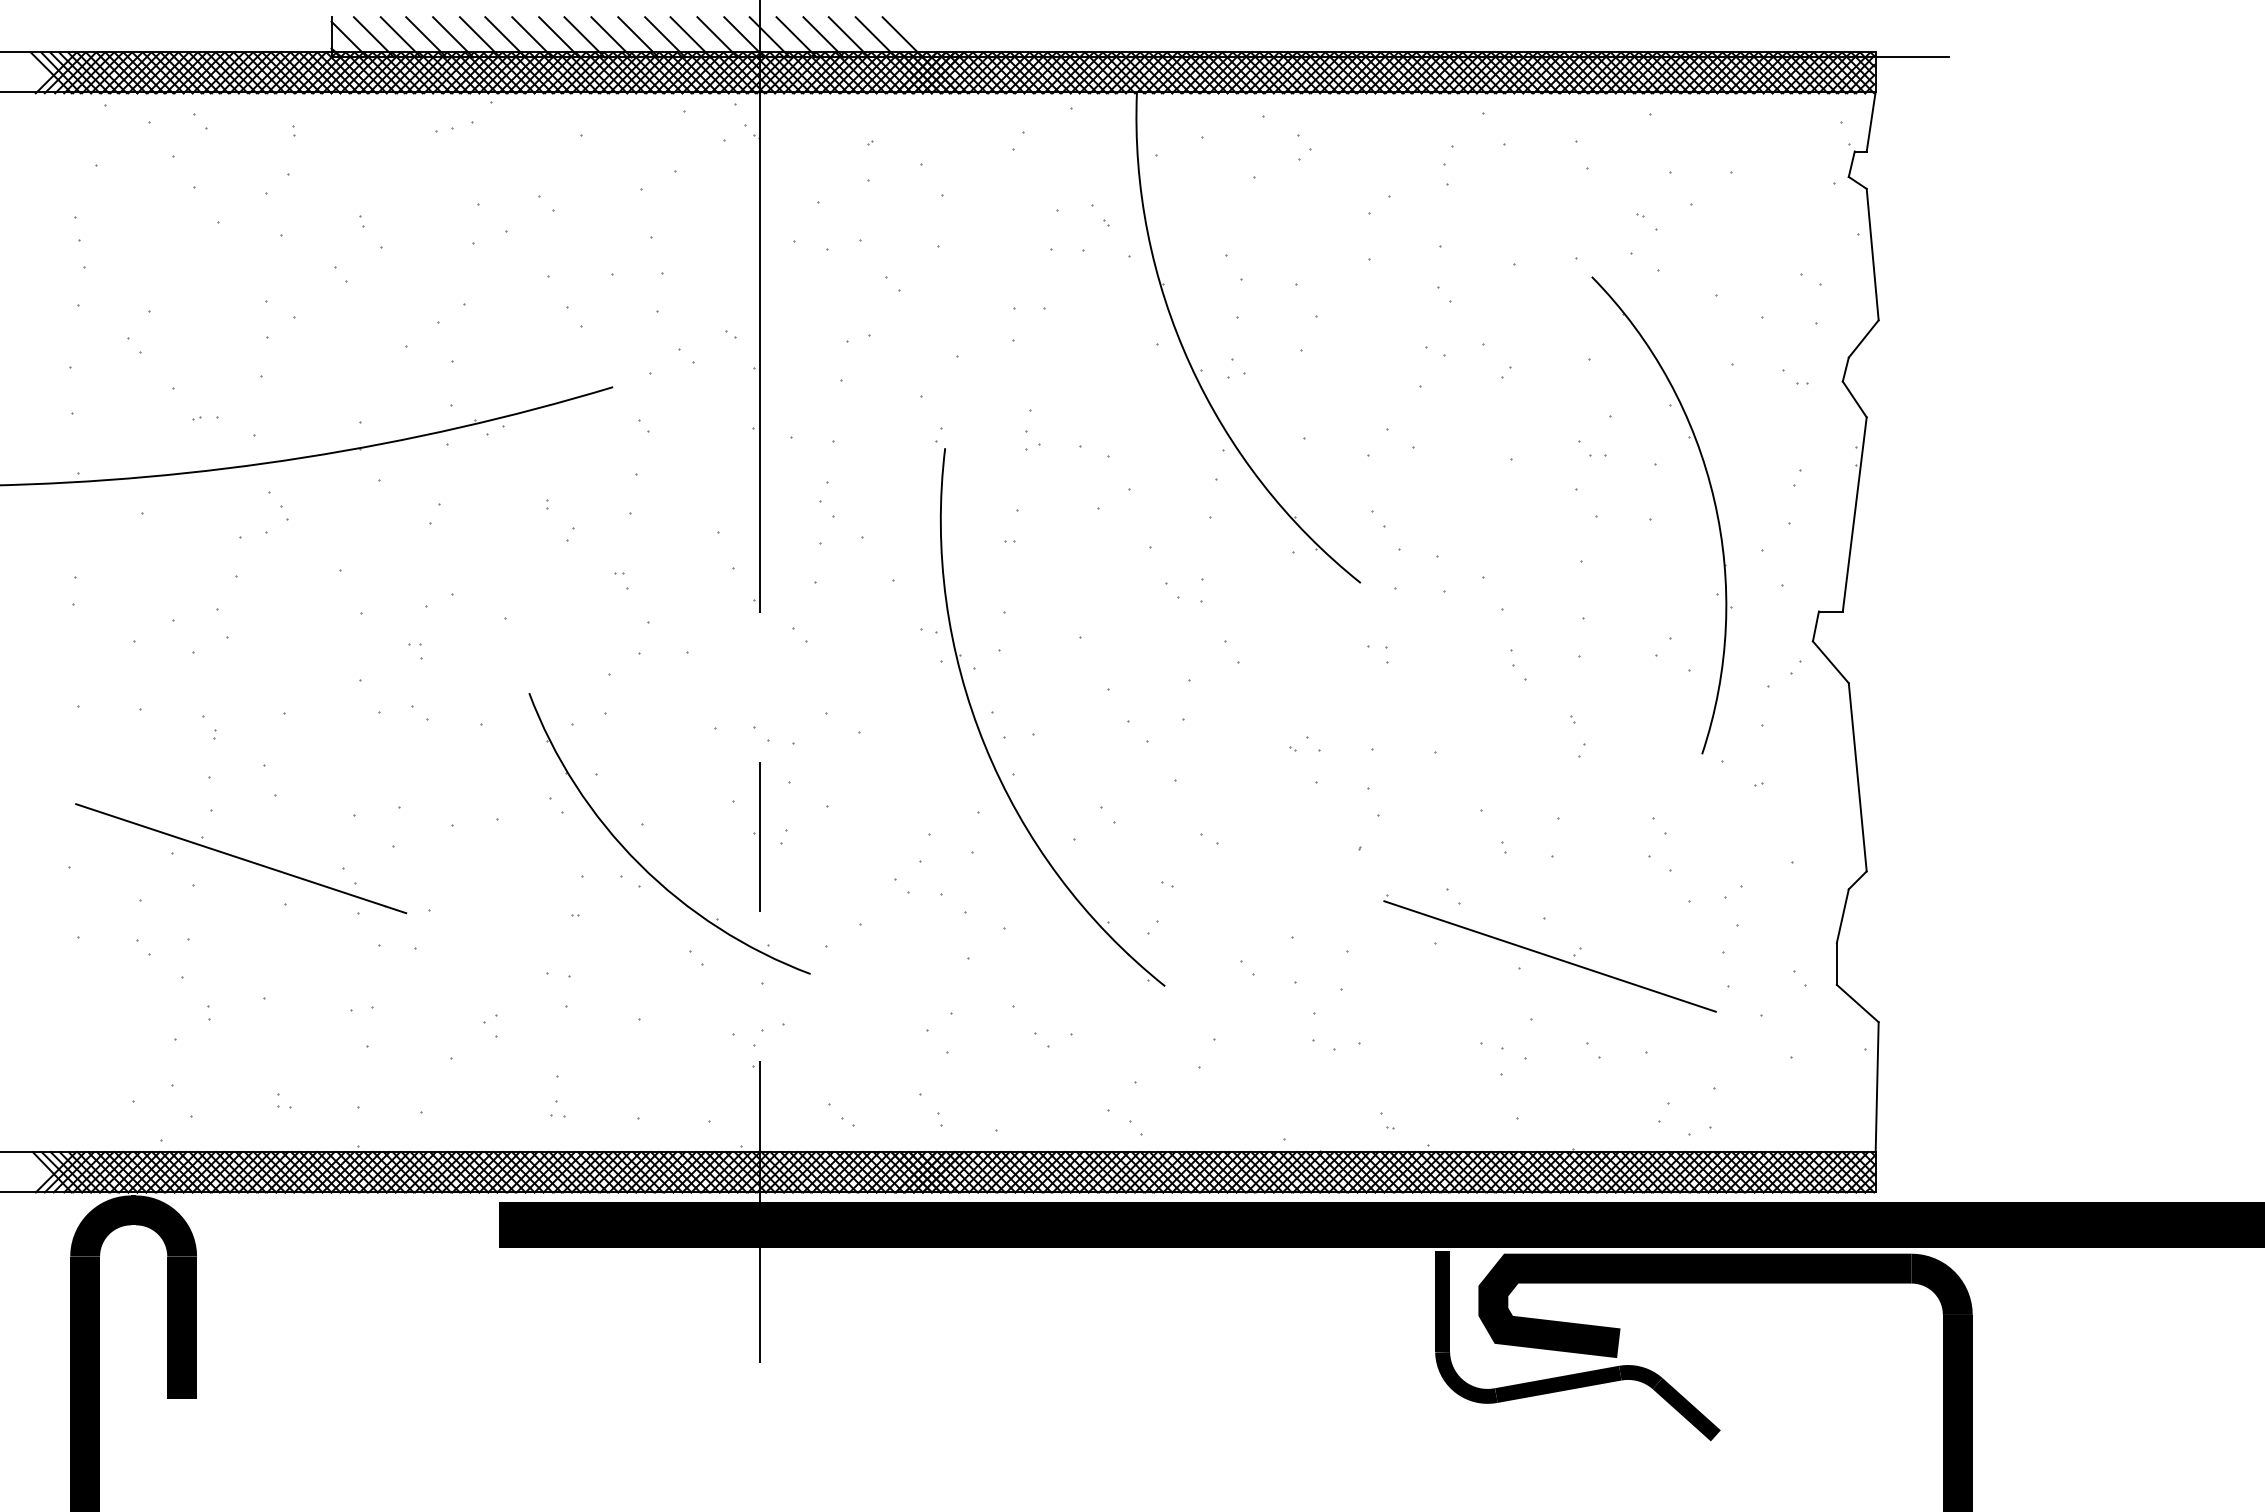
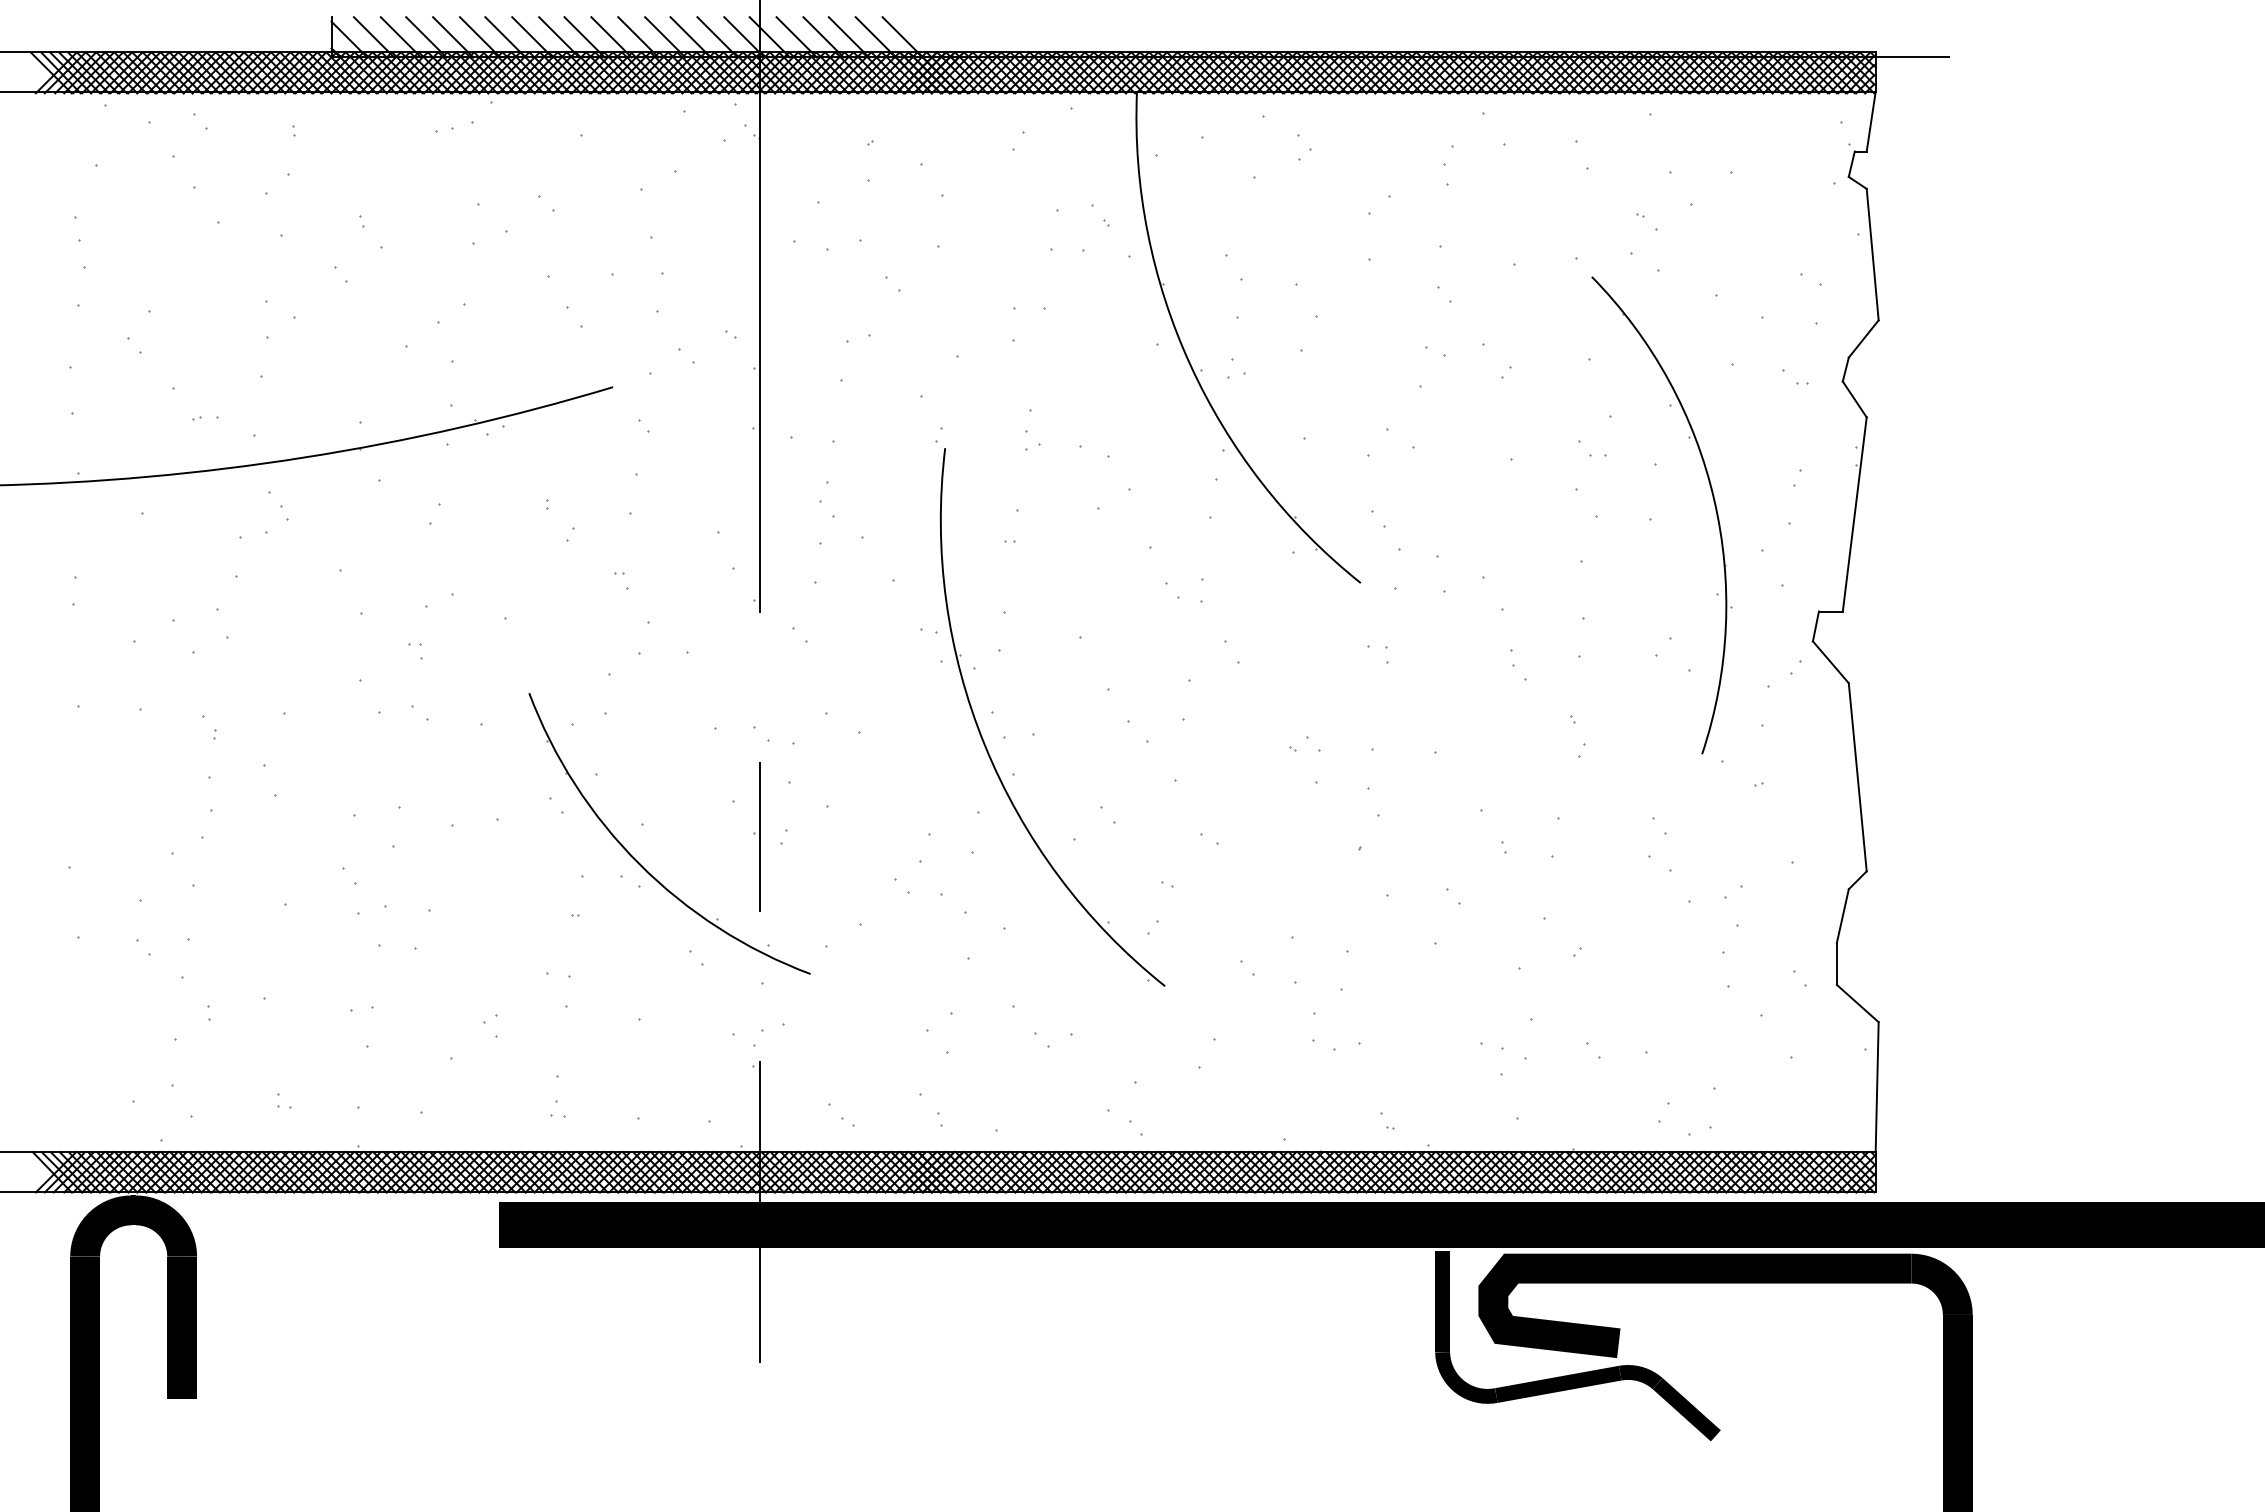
line at (241, 858): present -> none
line at (1549, 956): present -> none
